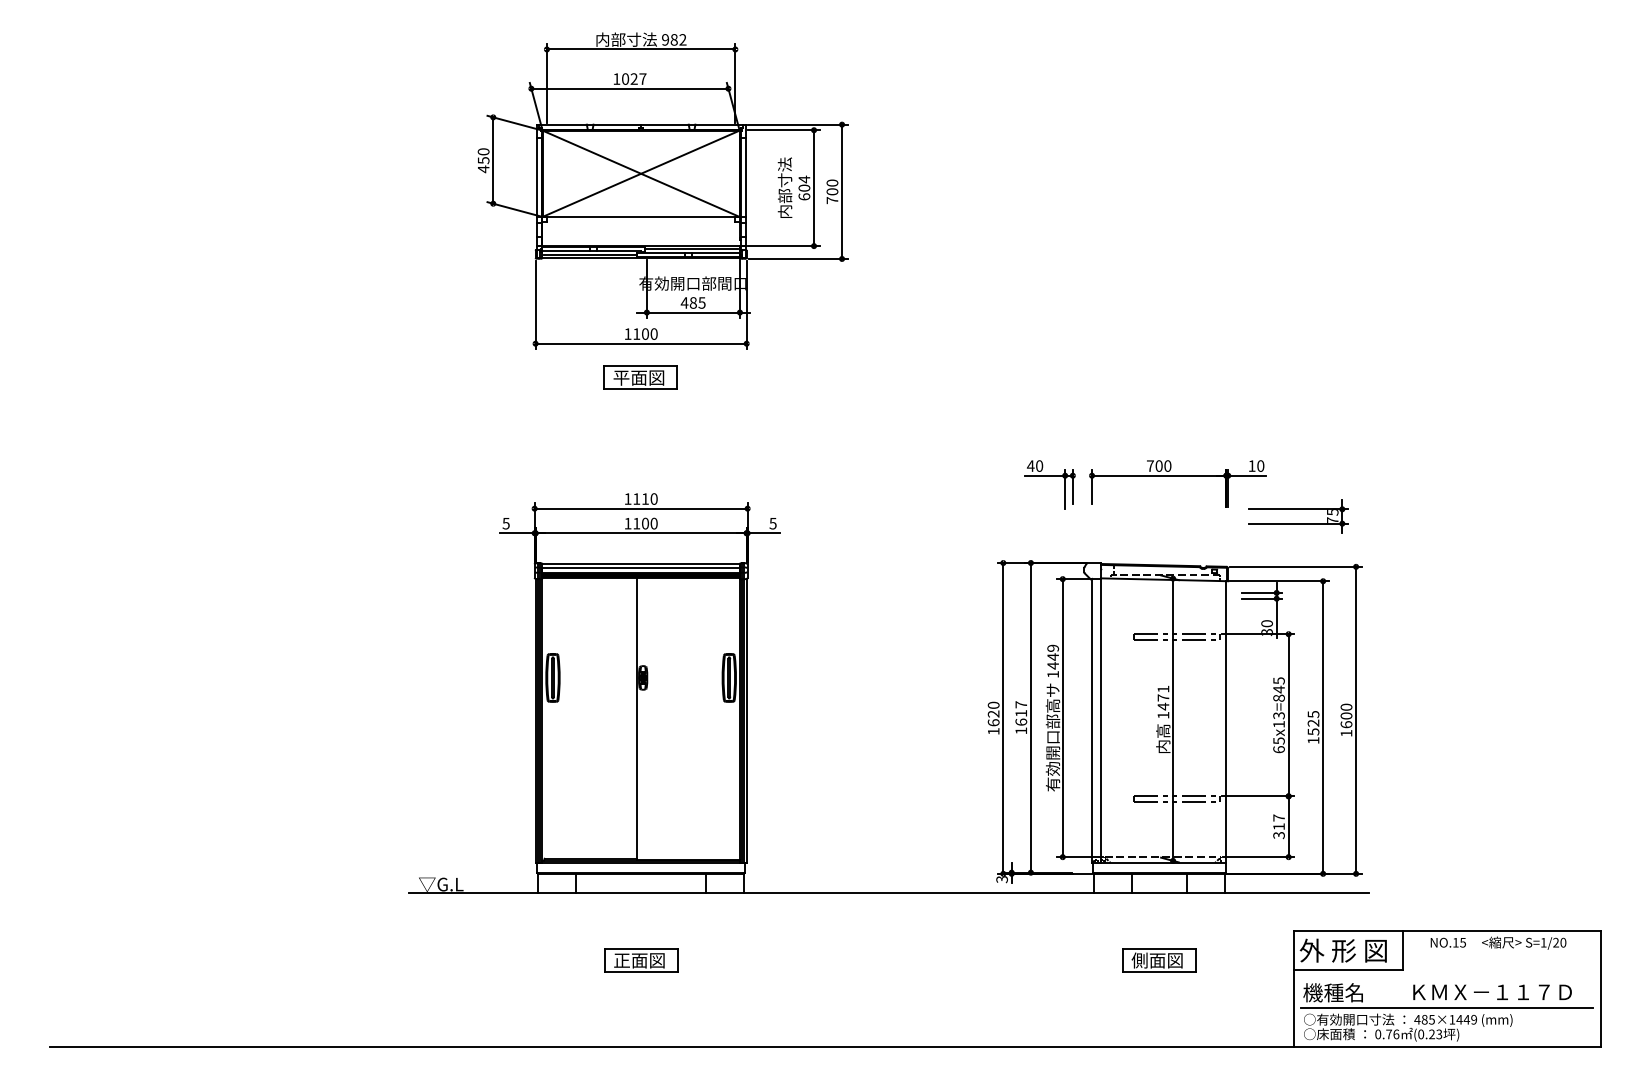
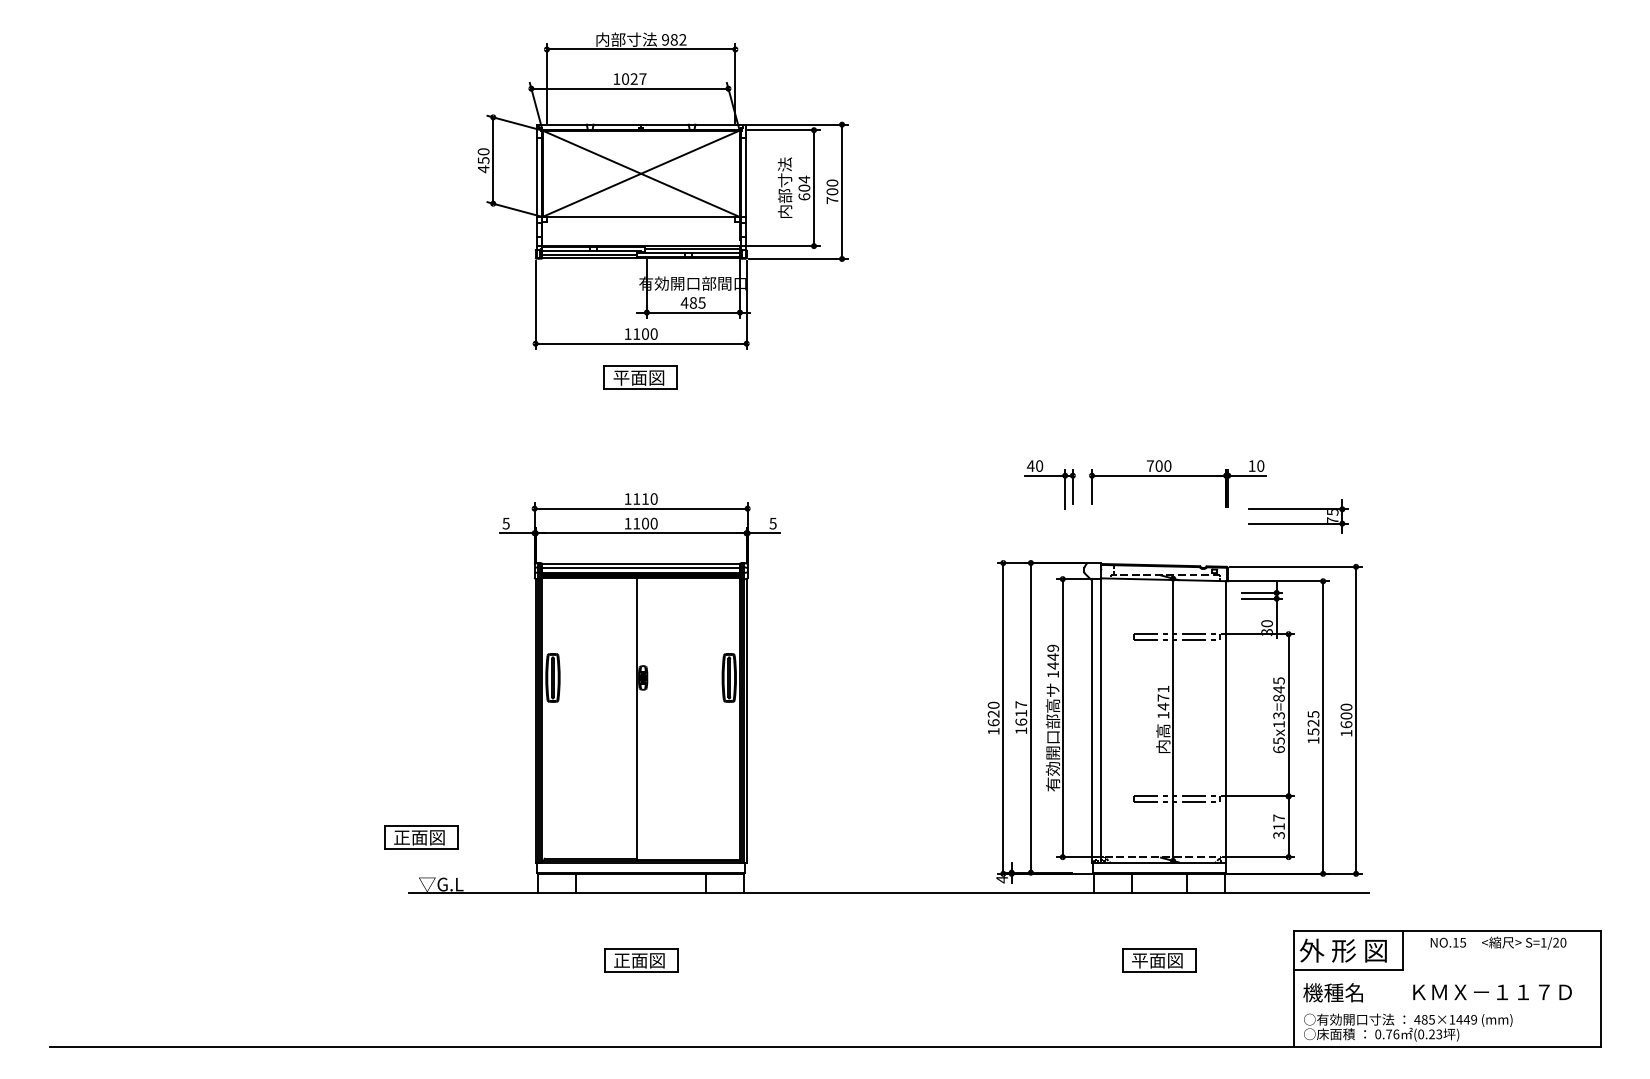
part at (421, 837): none -> present
text at (1001, 879): 3 -> 4
text at (1139, 960): 側面図 -> 平面図
line at (1446, 1008): present -> none
